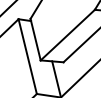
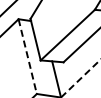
line at (27, 57): solid -> dashed
line at (81, 78): solid -> dashed
